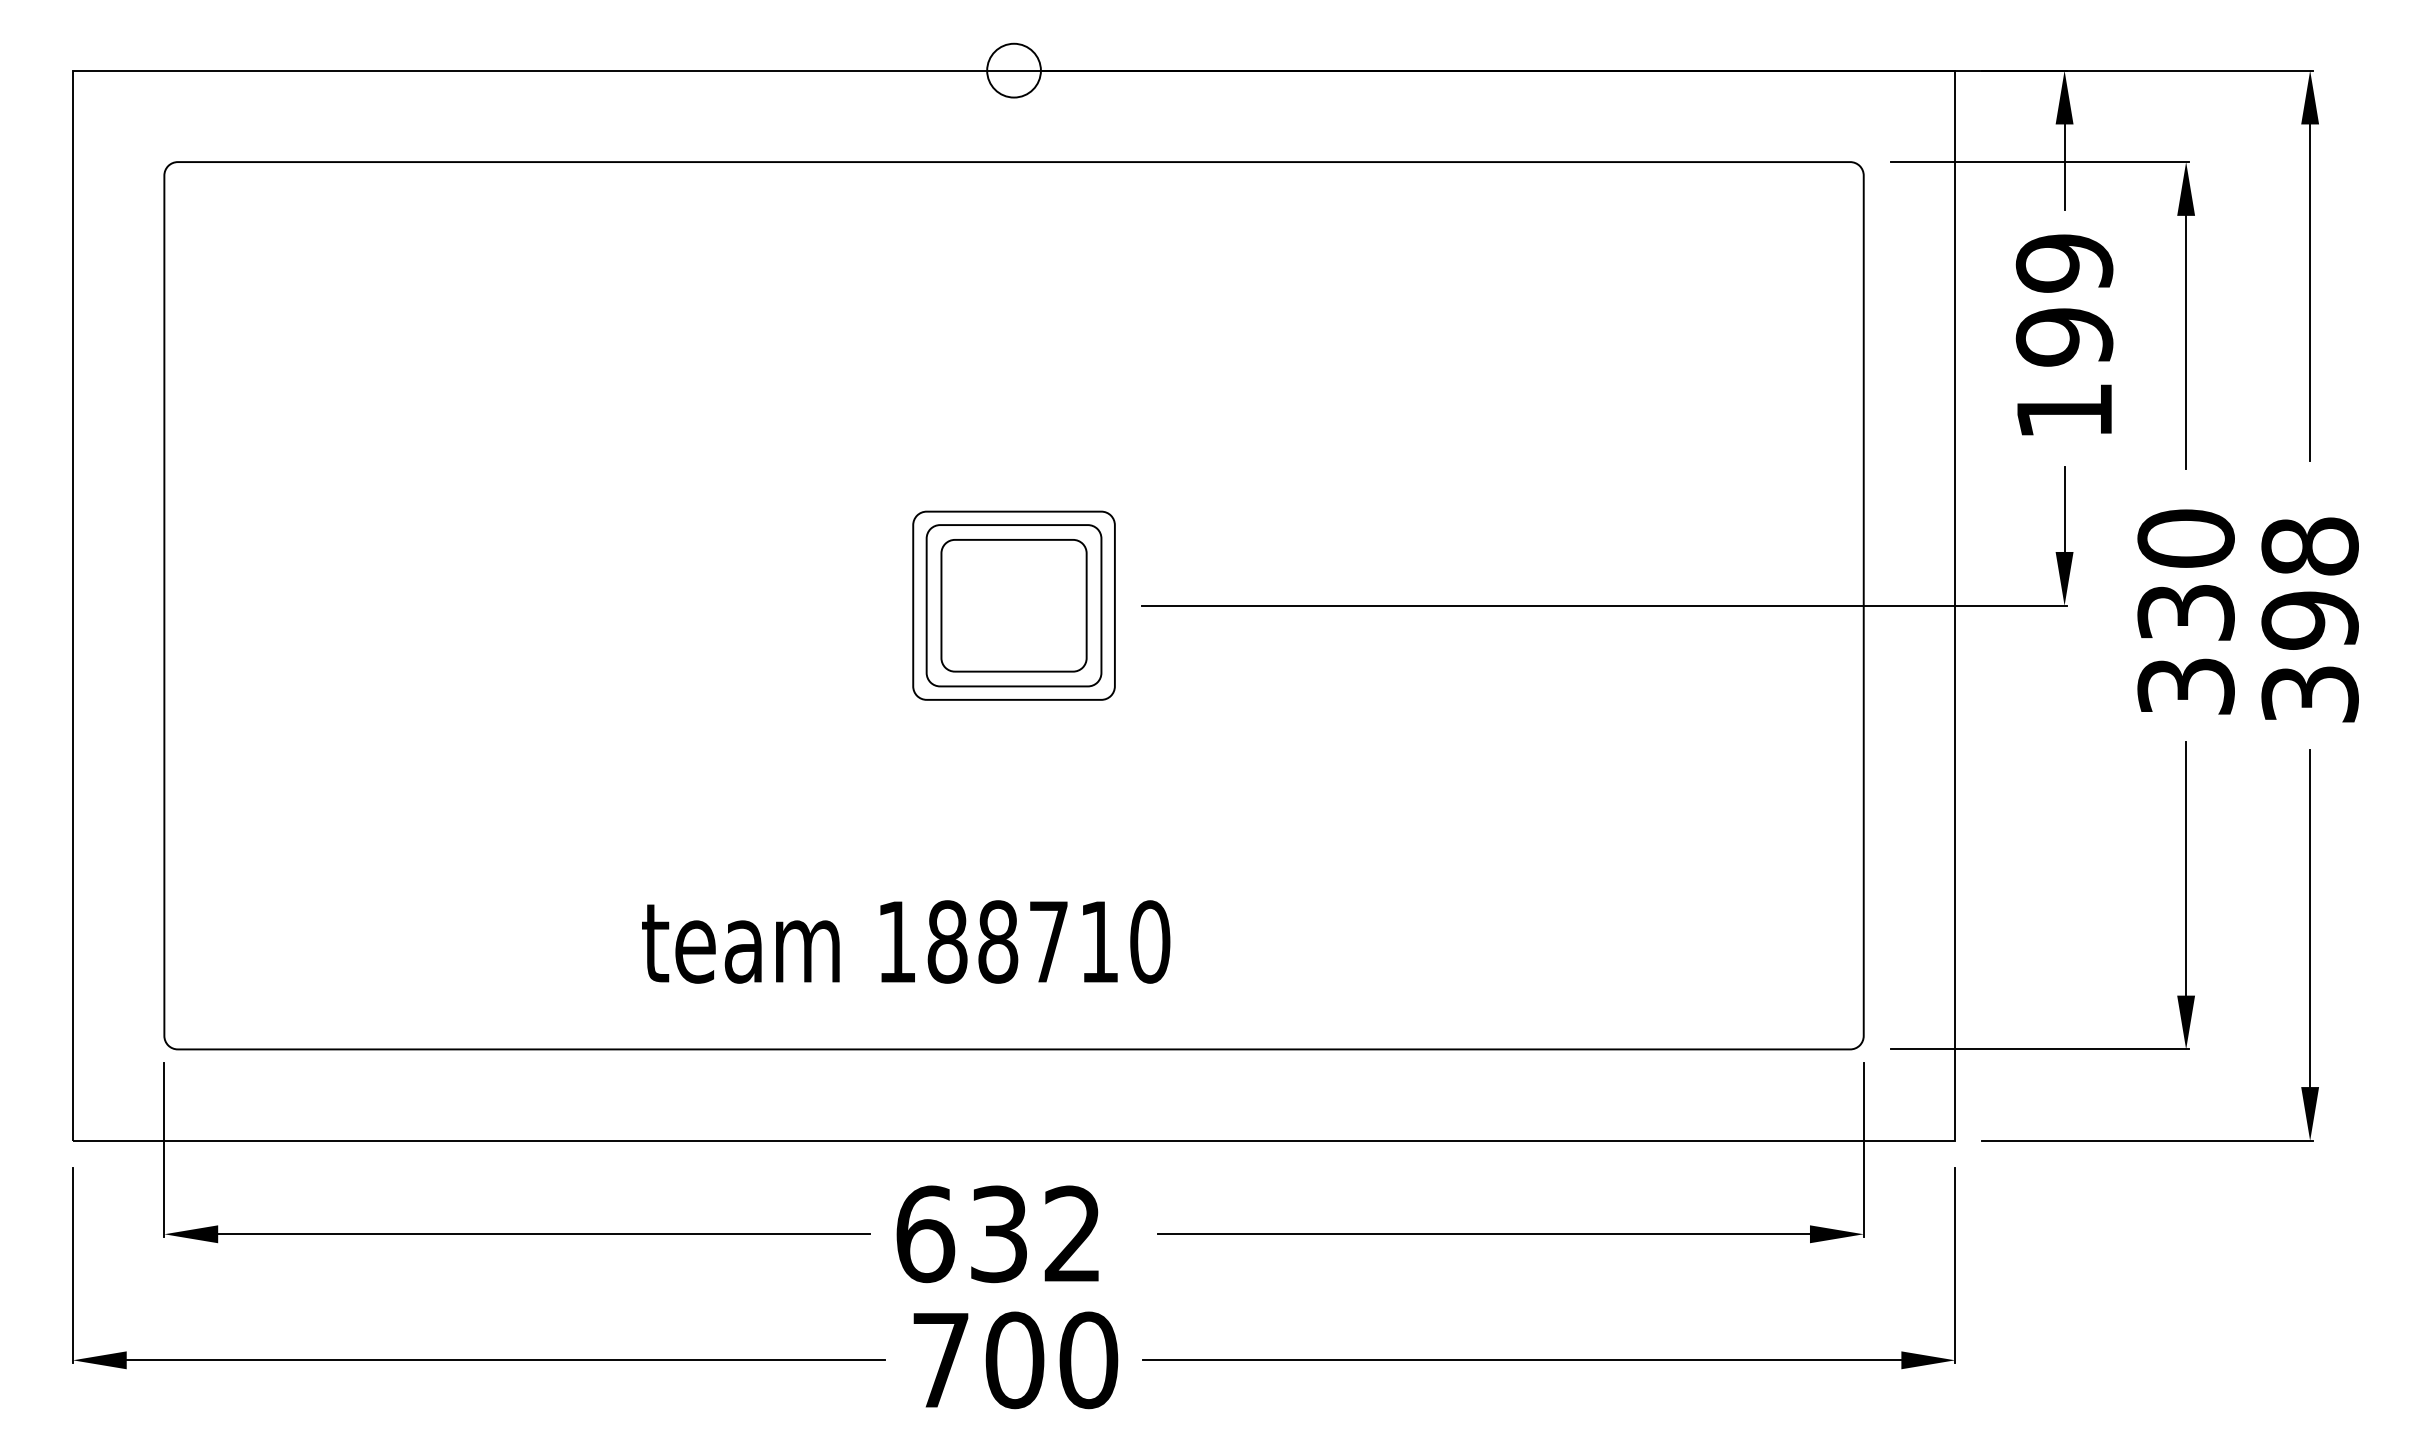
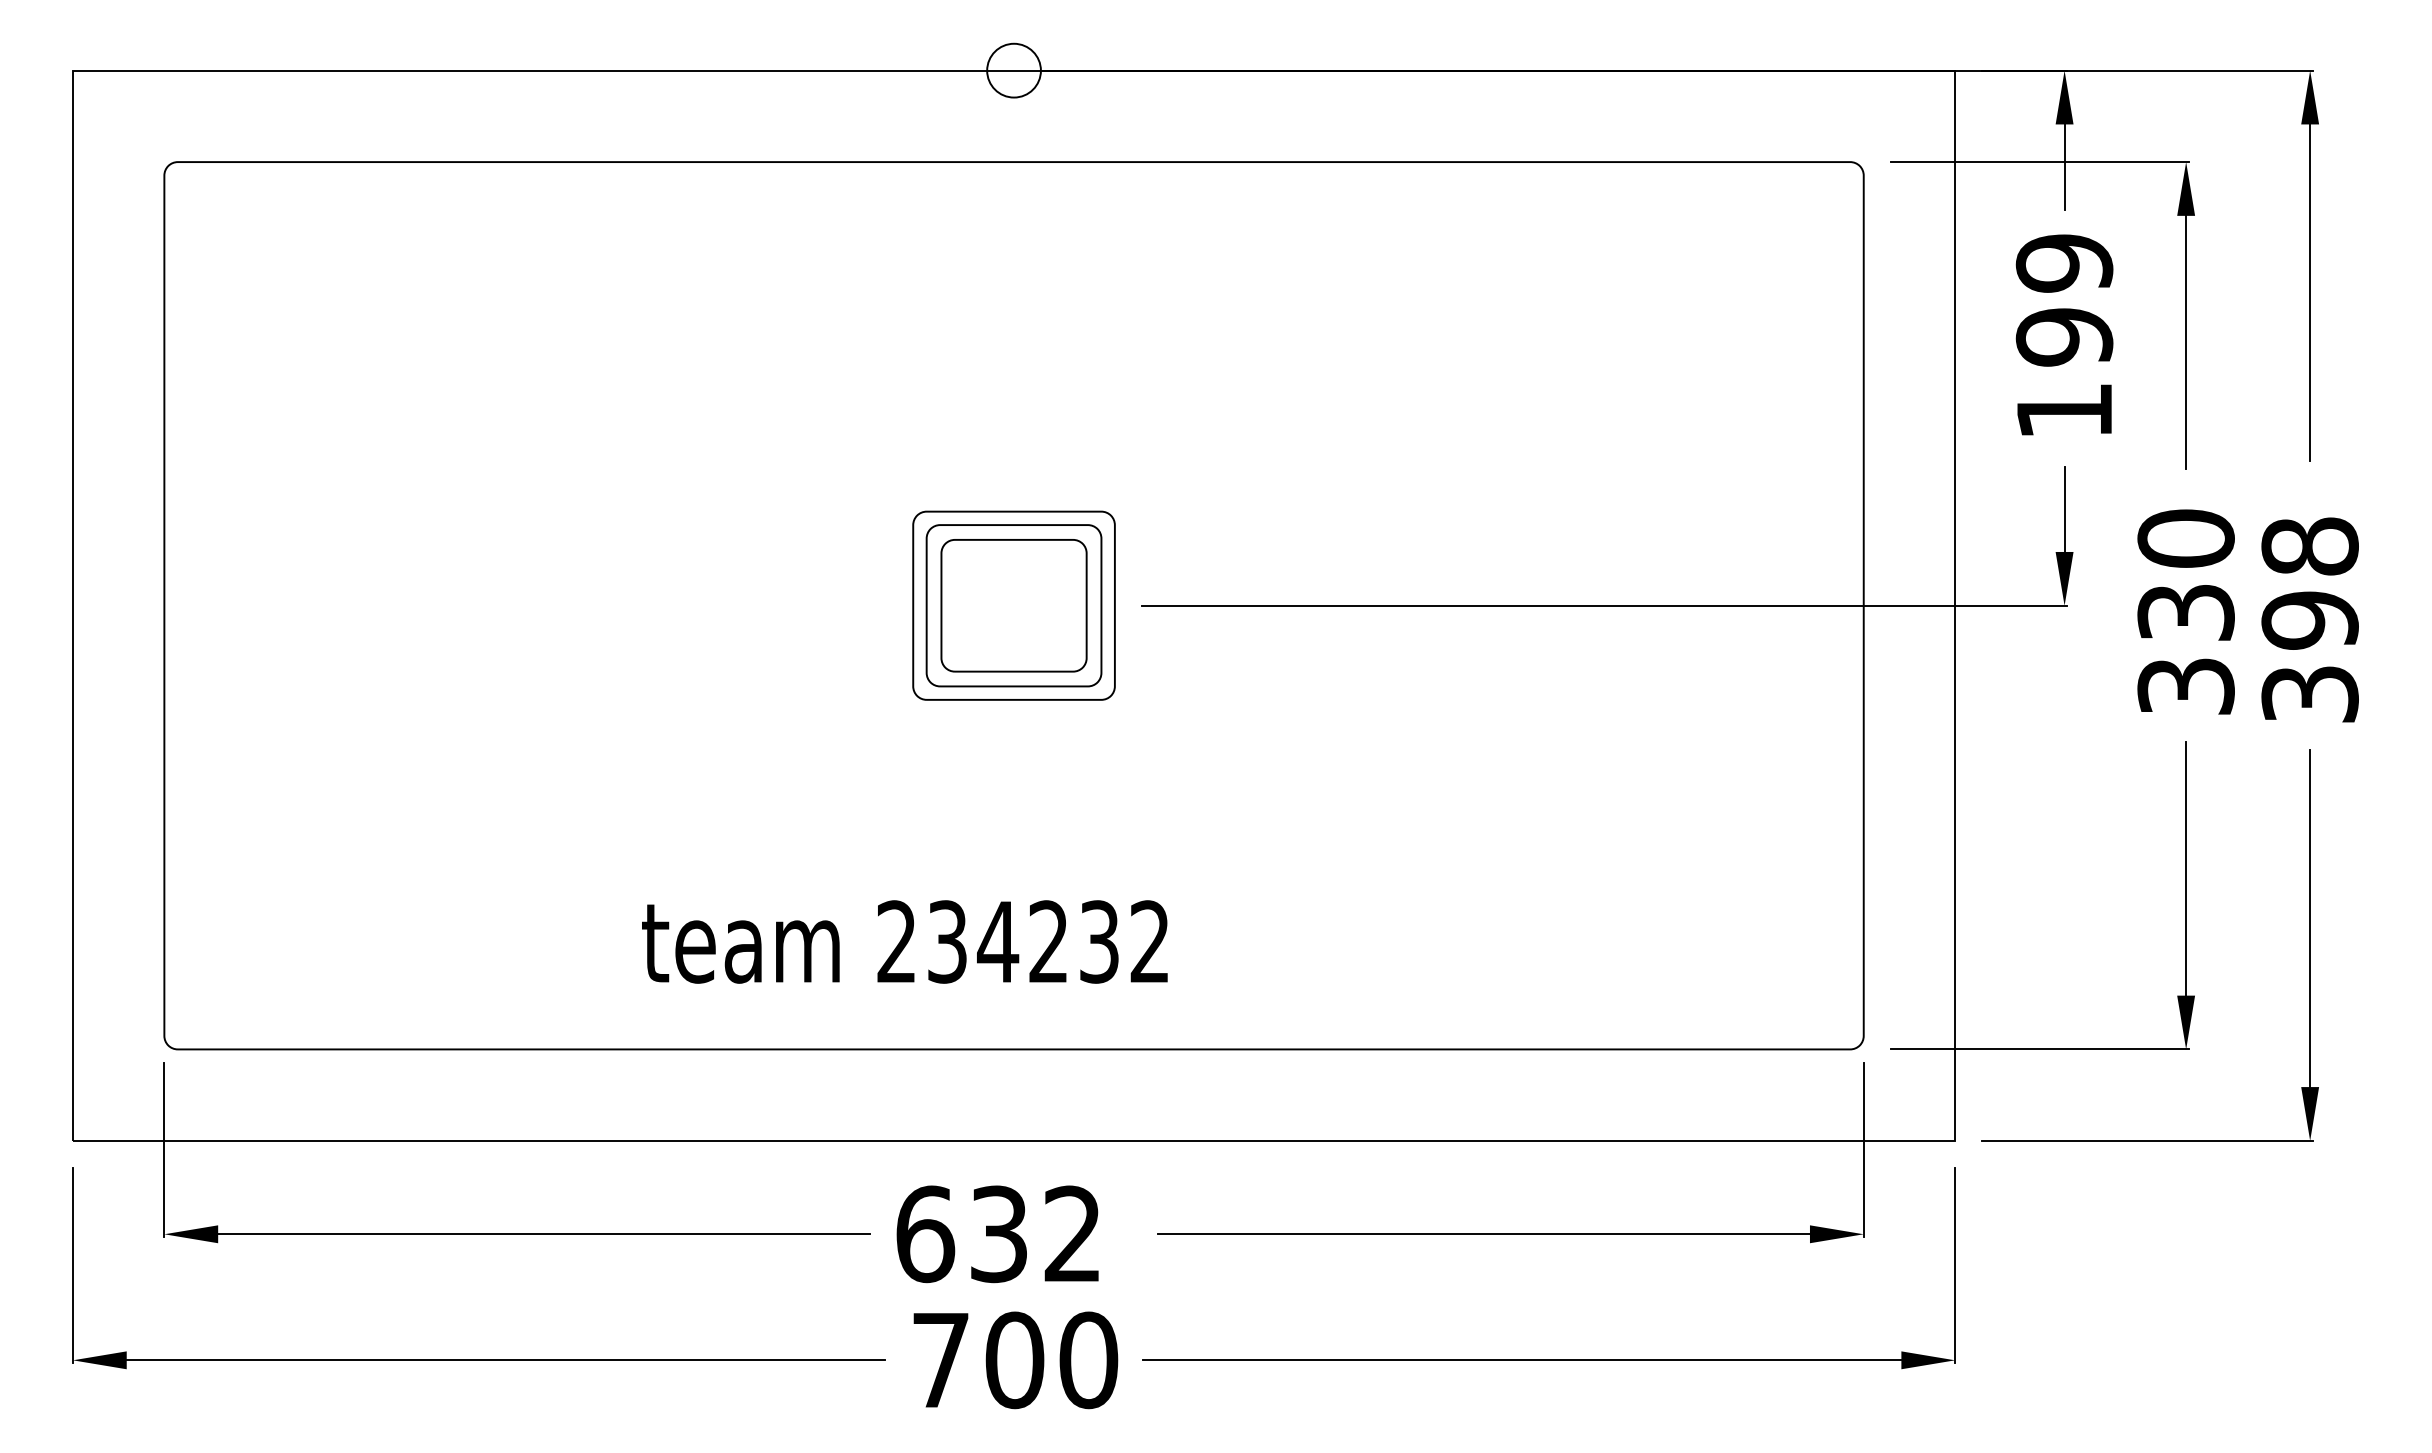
text at (1023, 941): 188710 -> 234232
